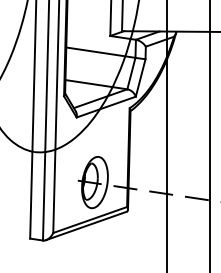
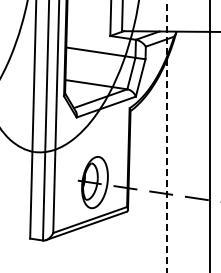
line at (167, 136): solid -> dashed
